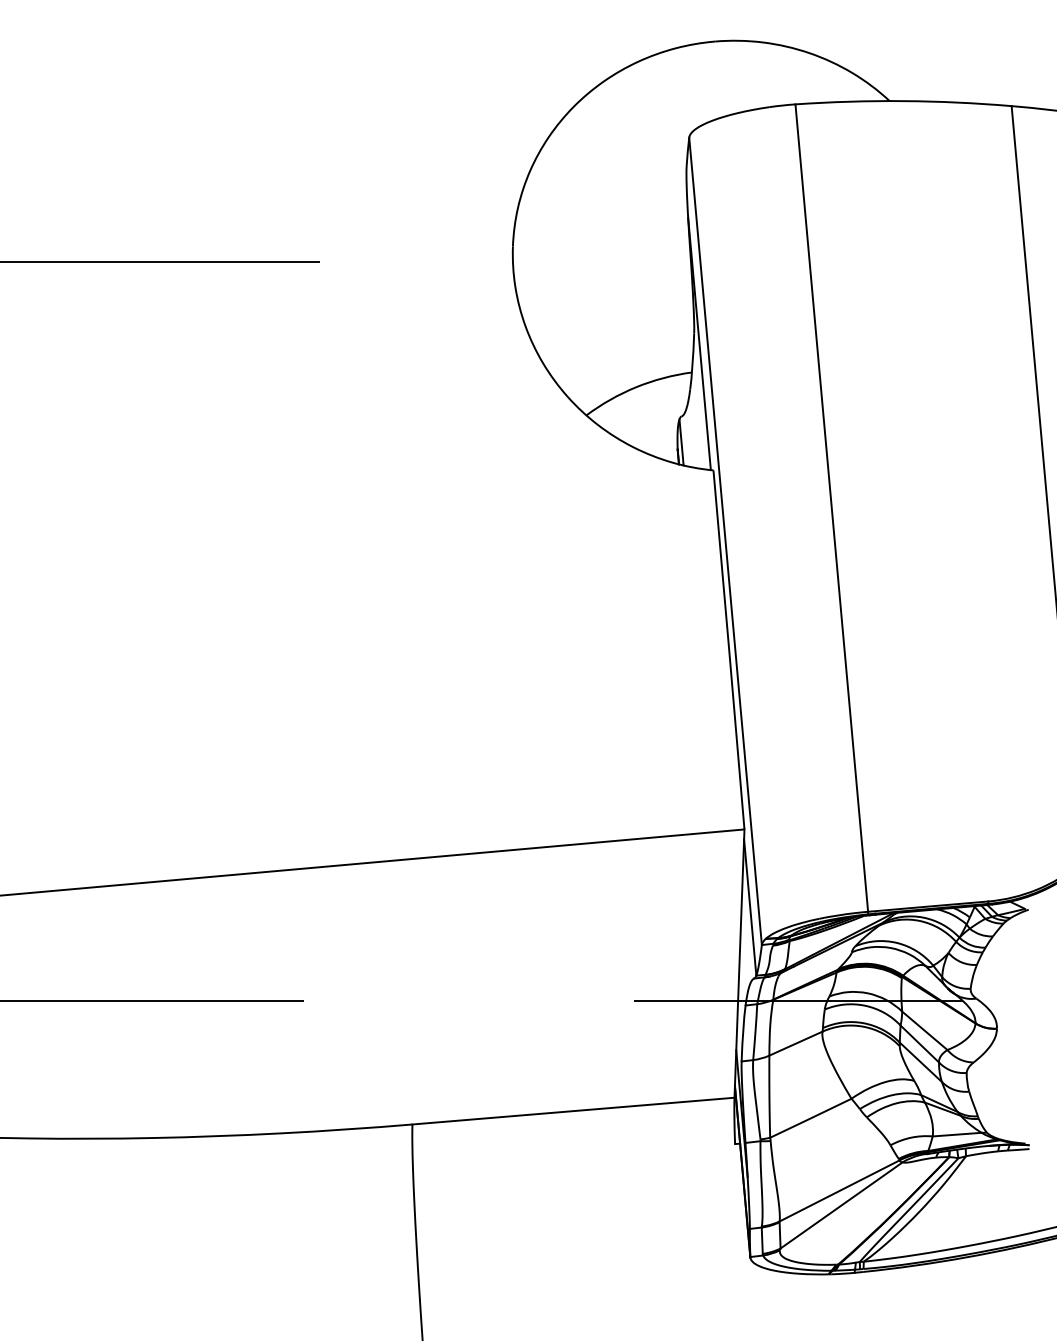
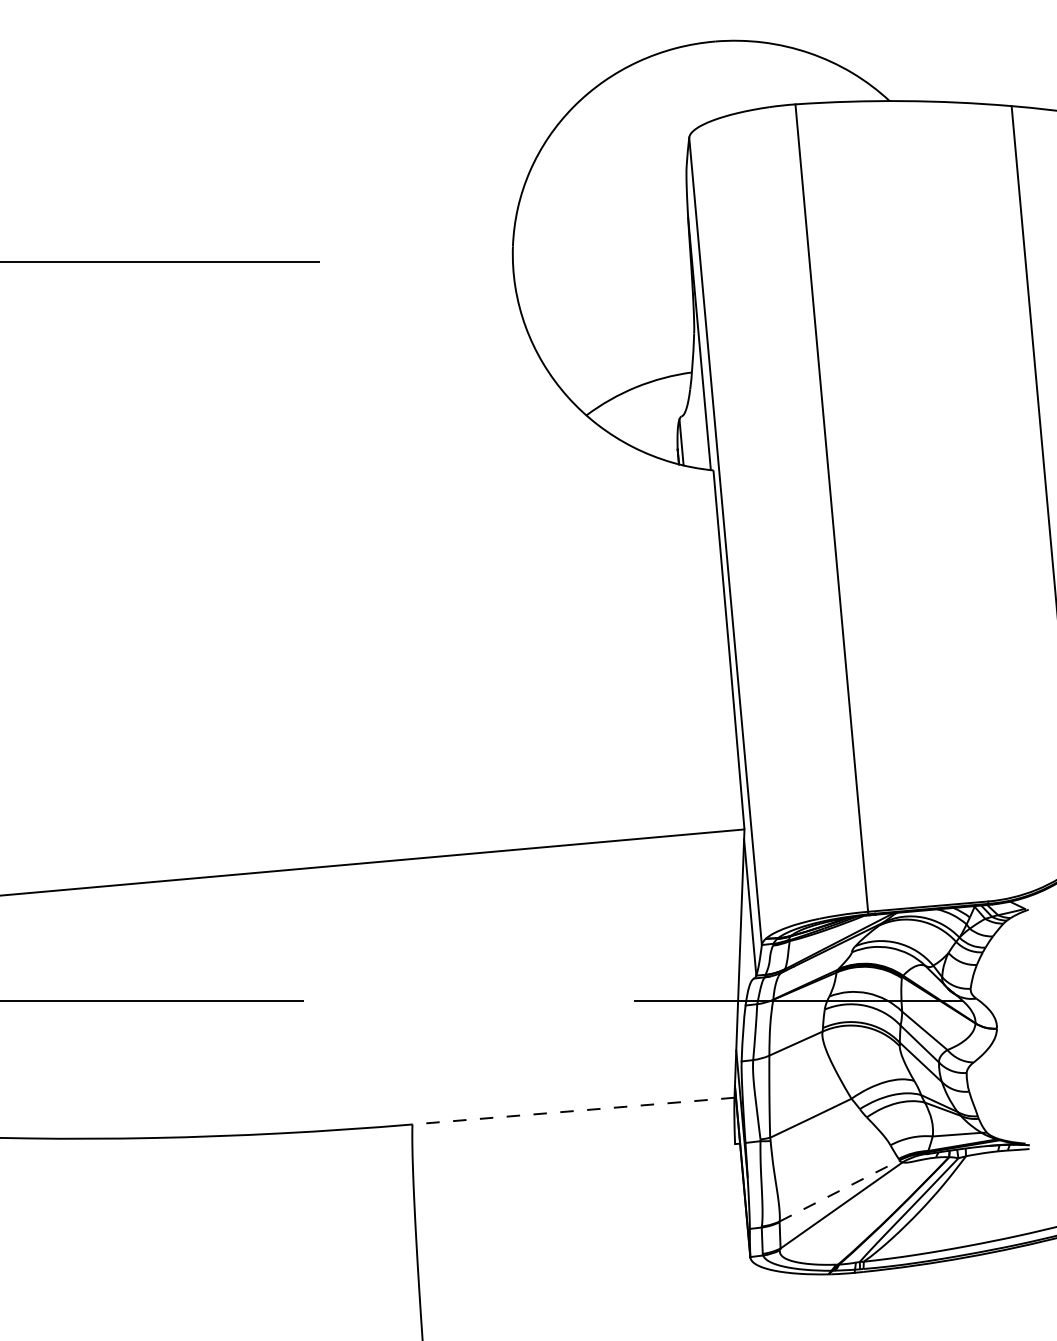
line at (573, 1111): solid -> dashed
line at (840, 1190): solid -> dashed
